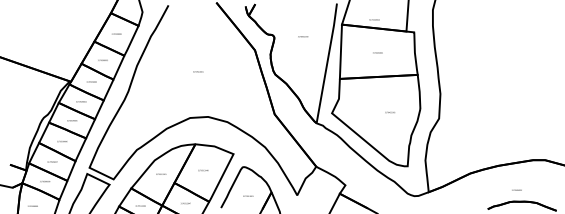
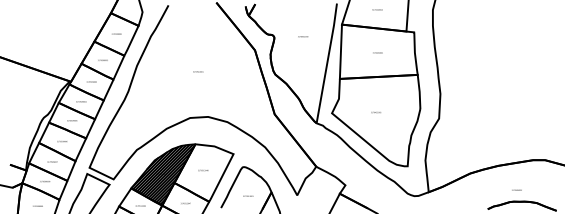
text at (374, 19) position: (374, 19) -> (377, 9)
text at (389, 112) position: (389, 112) -> (375, 112)
hatch at (163, 174): none -> present
text at (32, 205) position: (32, 205) -> (37, 205)
